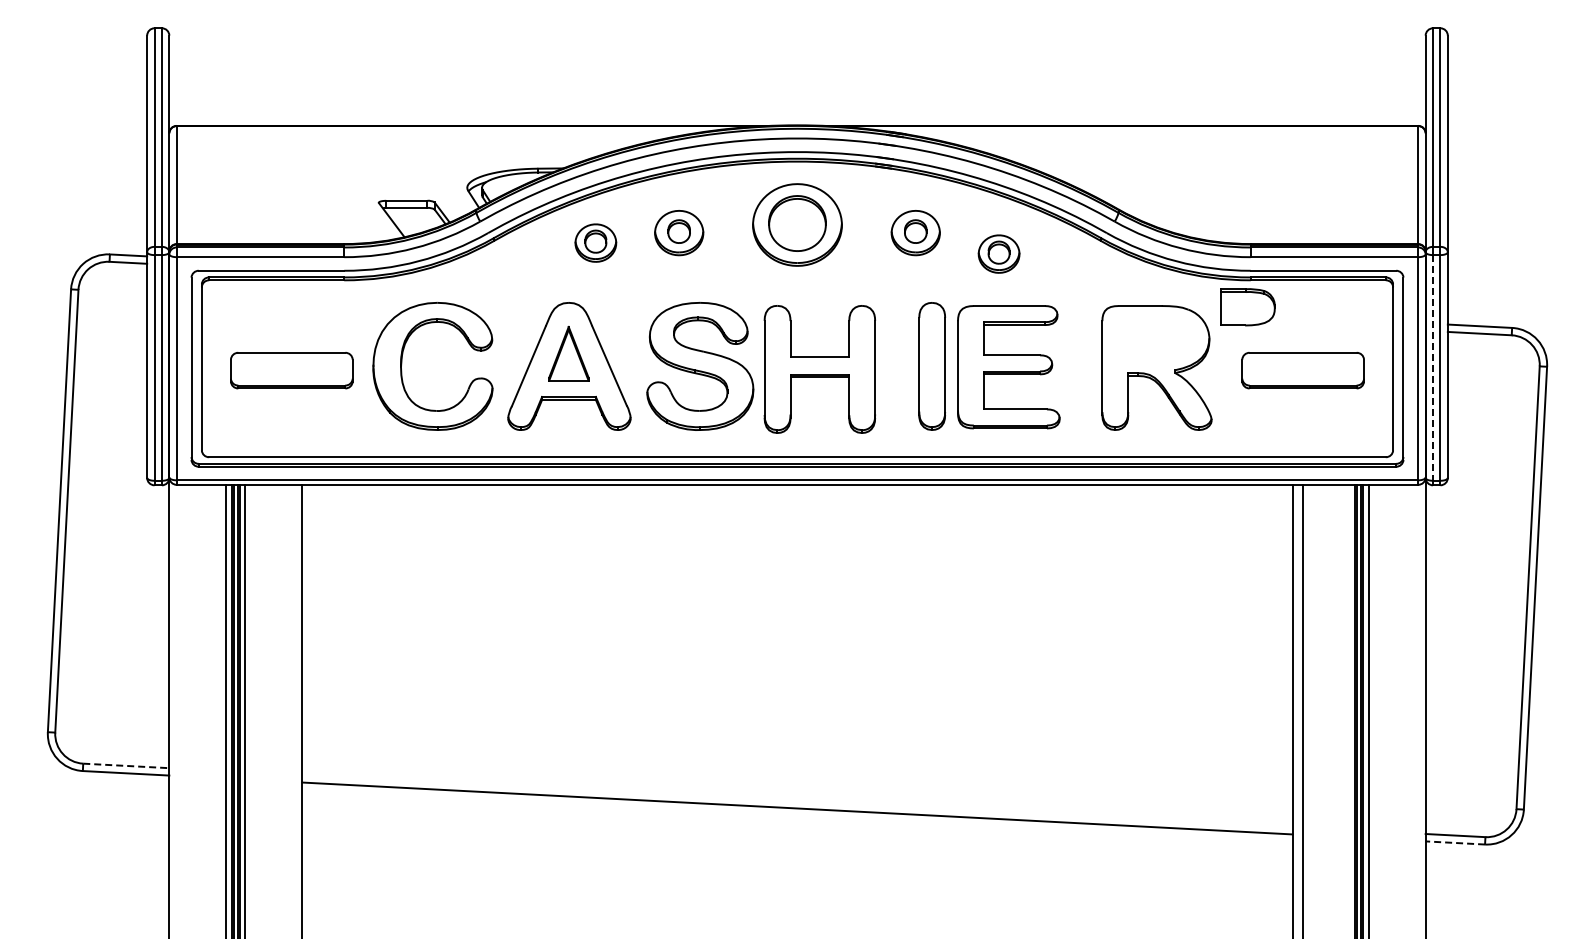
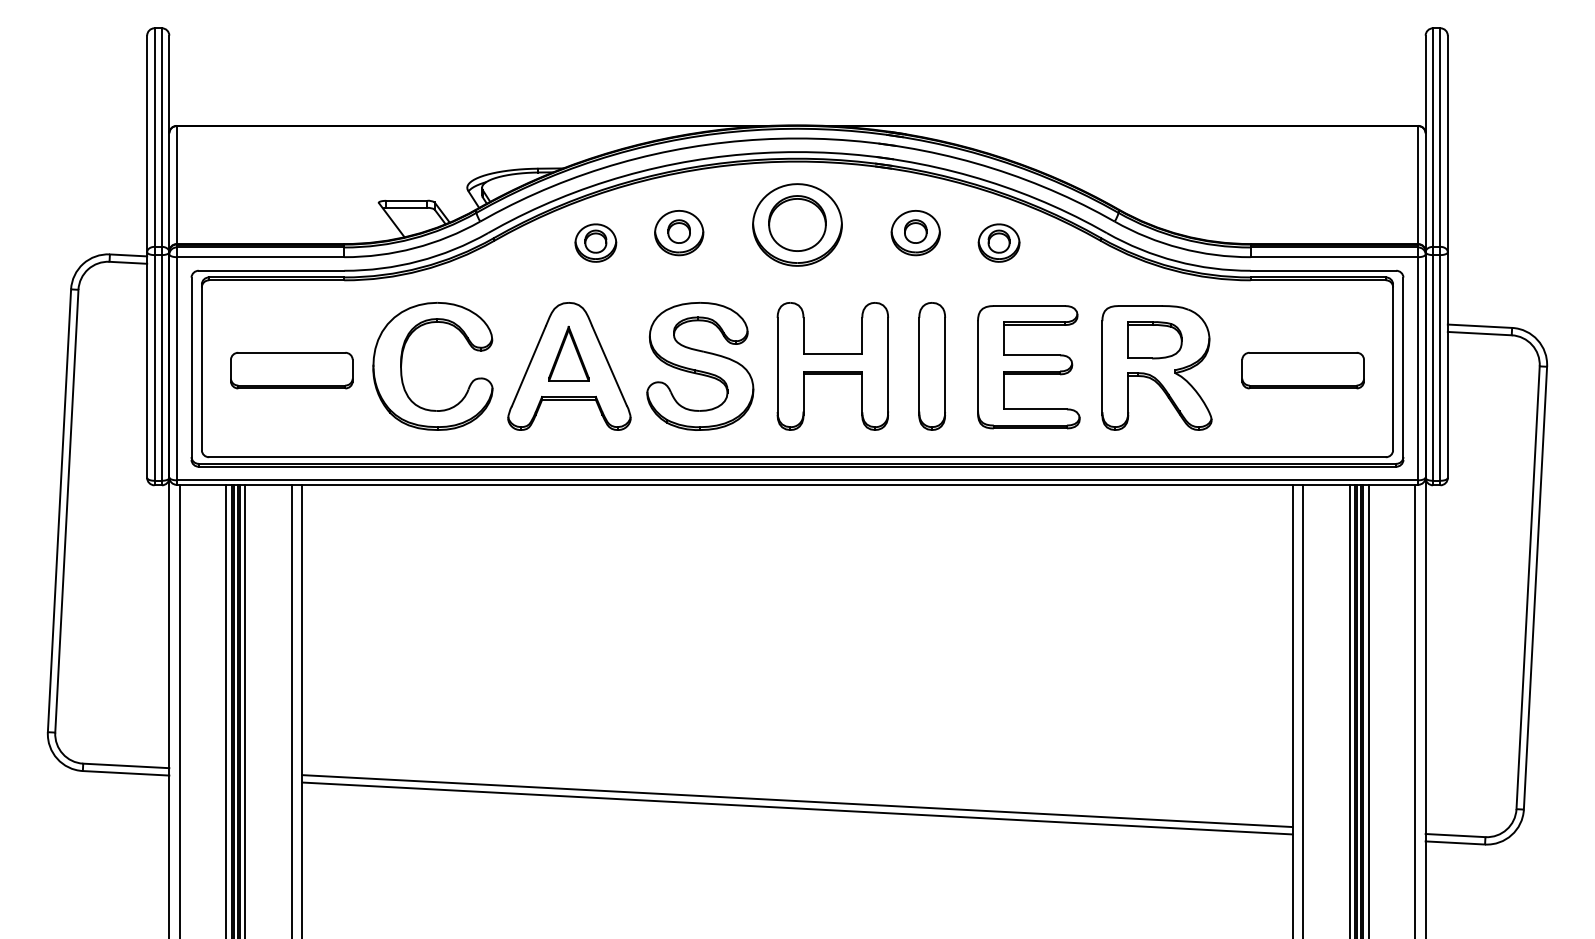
part at (998, 253) position: (998, 253) -> (998, 242)
part at (1247, 307) position: (1247, 307) -> (1154, 340)
part at (1008, 367) position: (1008, 367) -> (1028, 367)
line at (1433, 367): dashed -> solid
part at (819, 369) position: (819, 369) -> (832, 366)
line at (179, 709): none -> present
line at (292, 709): none -> present
line at (1349, 709): none -> present
line at (1415, 709): none -> present
line at (126, 765): dashed -> solid
line at (797, 801): none -> present
line at (1455, 842): dashed -> solid
